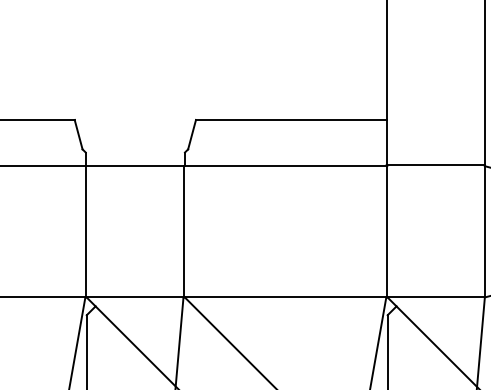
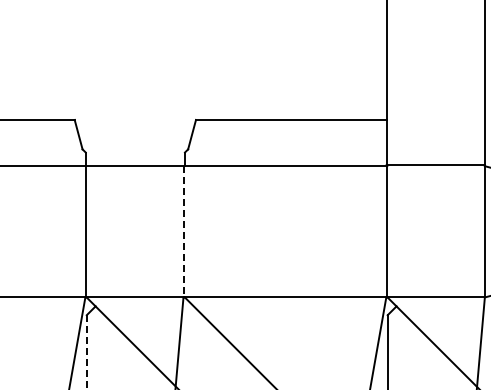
line at (184, 231): solid -> dashed
line at (86, 352): solid -> dashed
